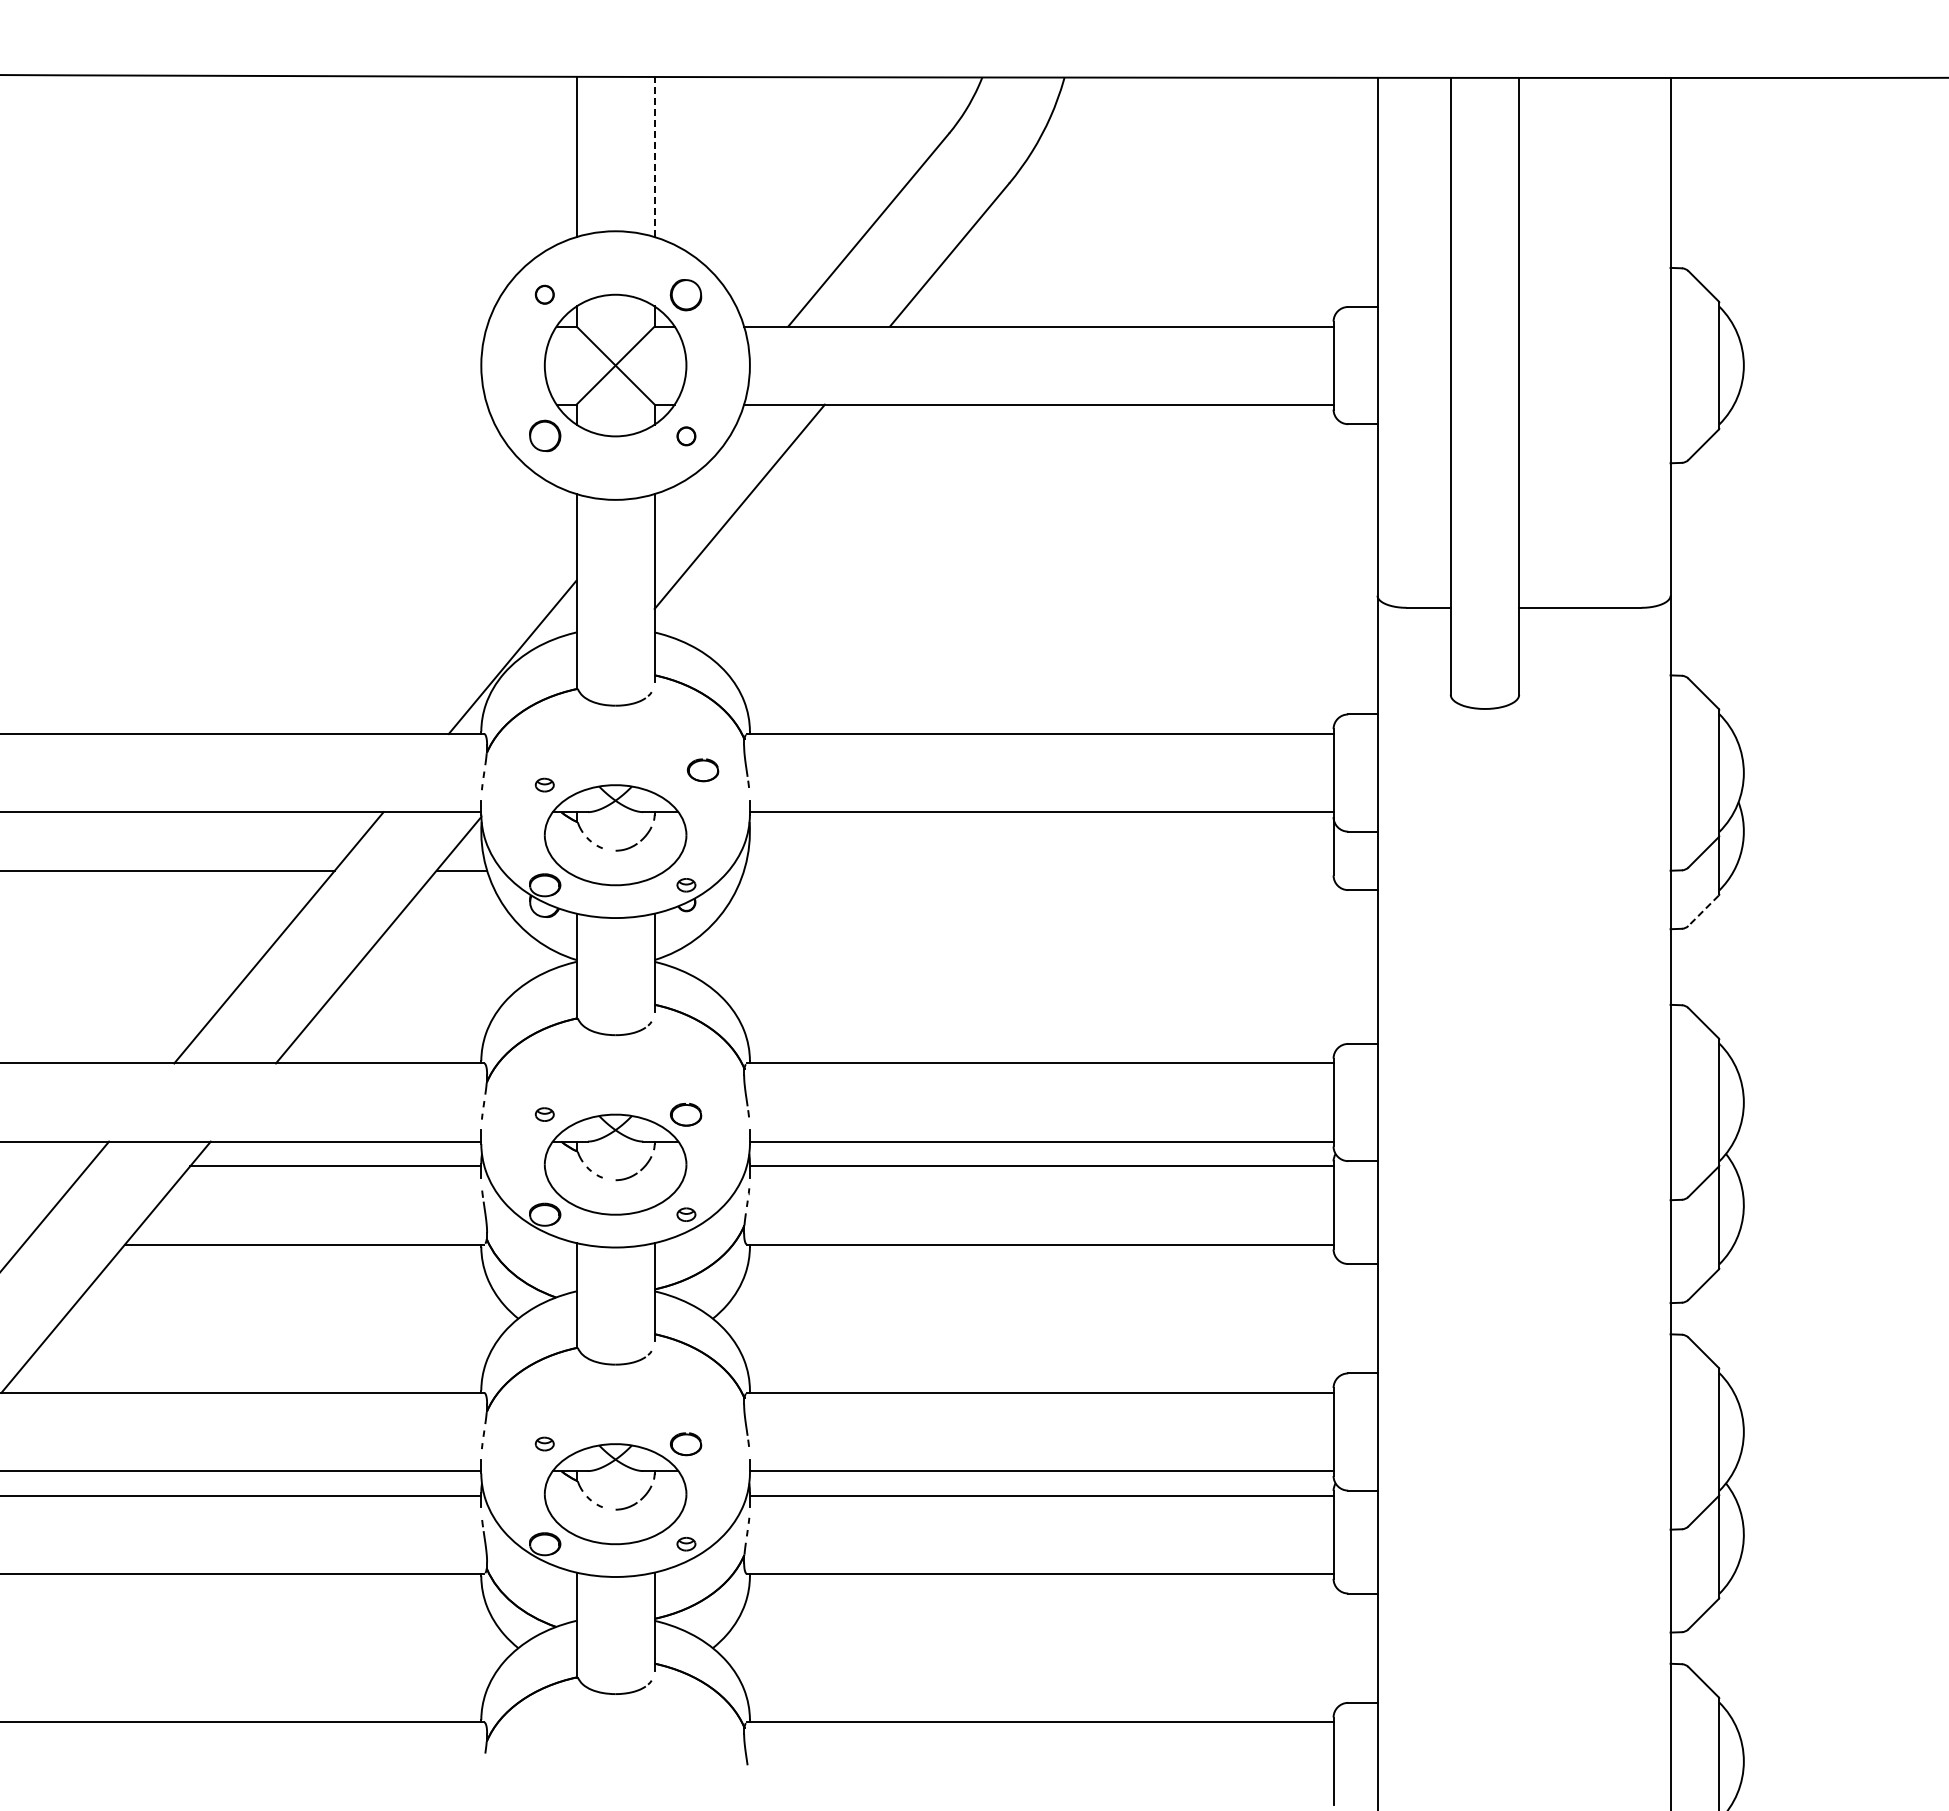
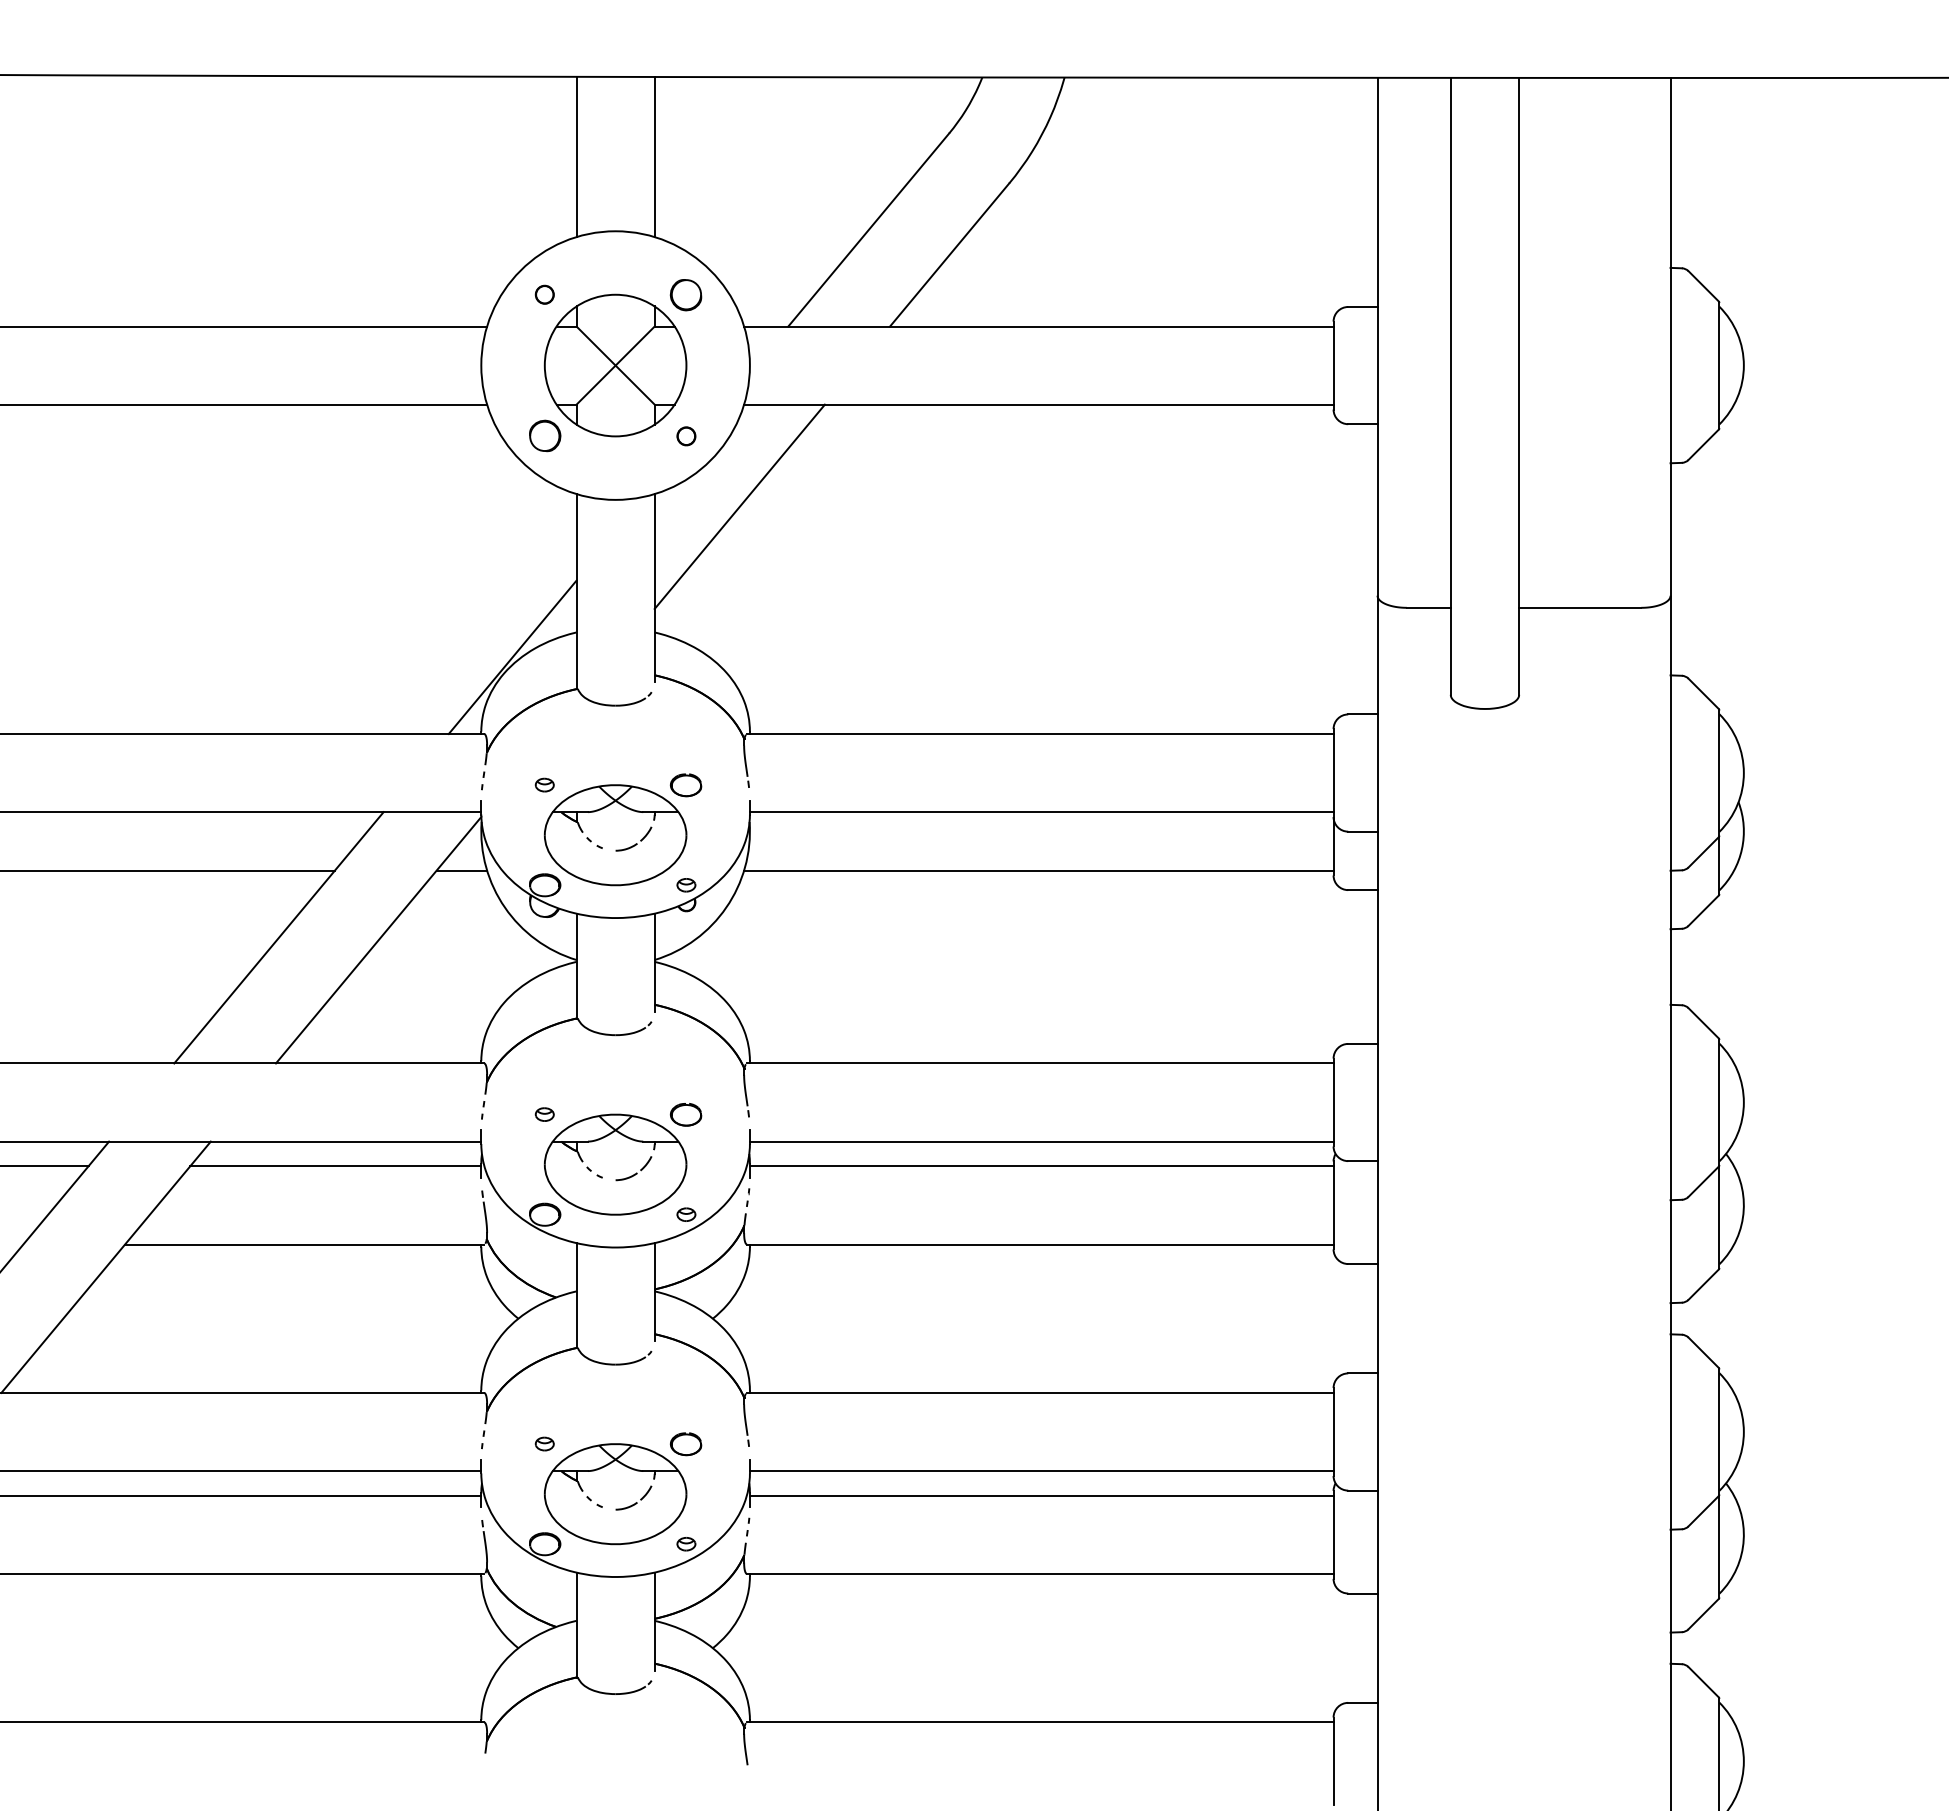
line at (654, 156): dashed -> solid
line at (244, 326): none -> present
line at (244, 404): none -> present
part at (702, 770) position: (702, 770) -> (685, 785)
line at (1038, 870): none -> present
line at (1703, 911): dashed -> solid
line at (45, 1166): none -> present
